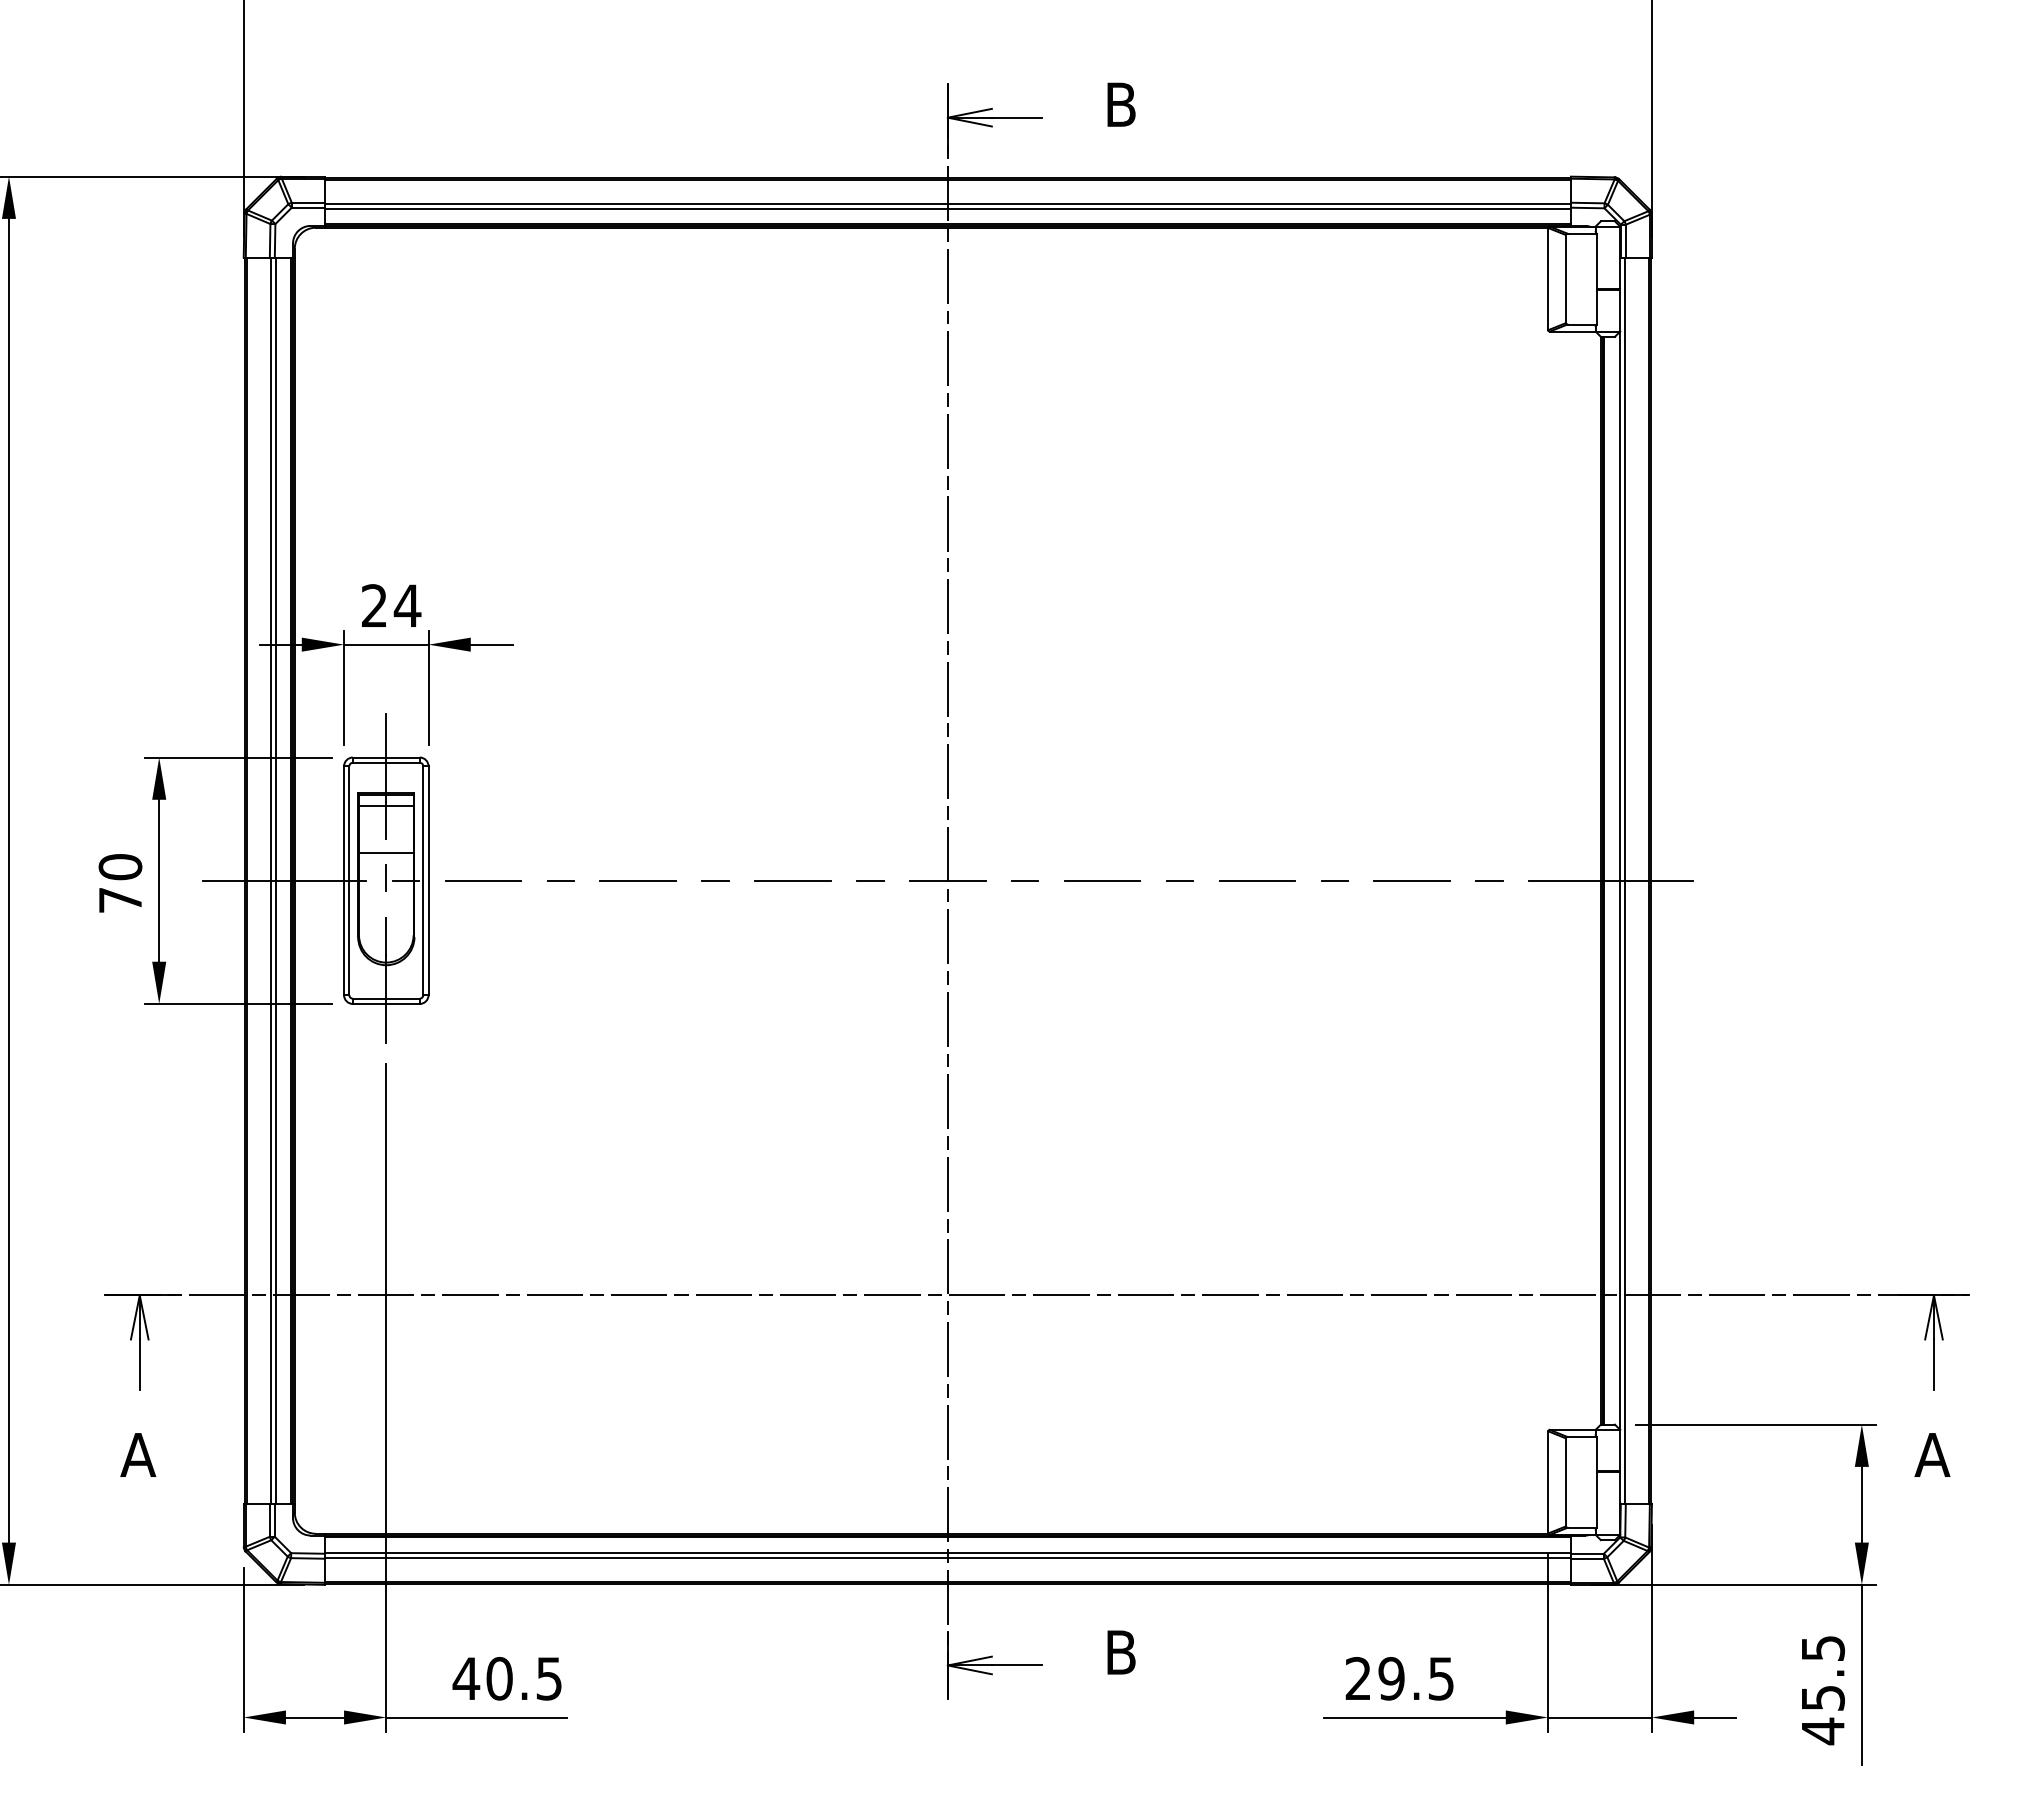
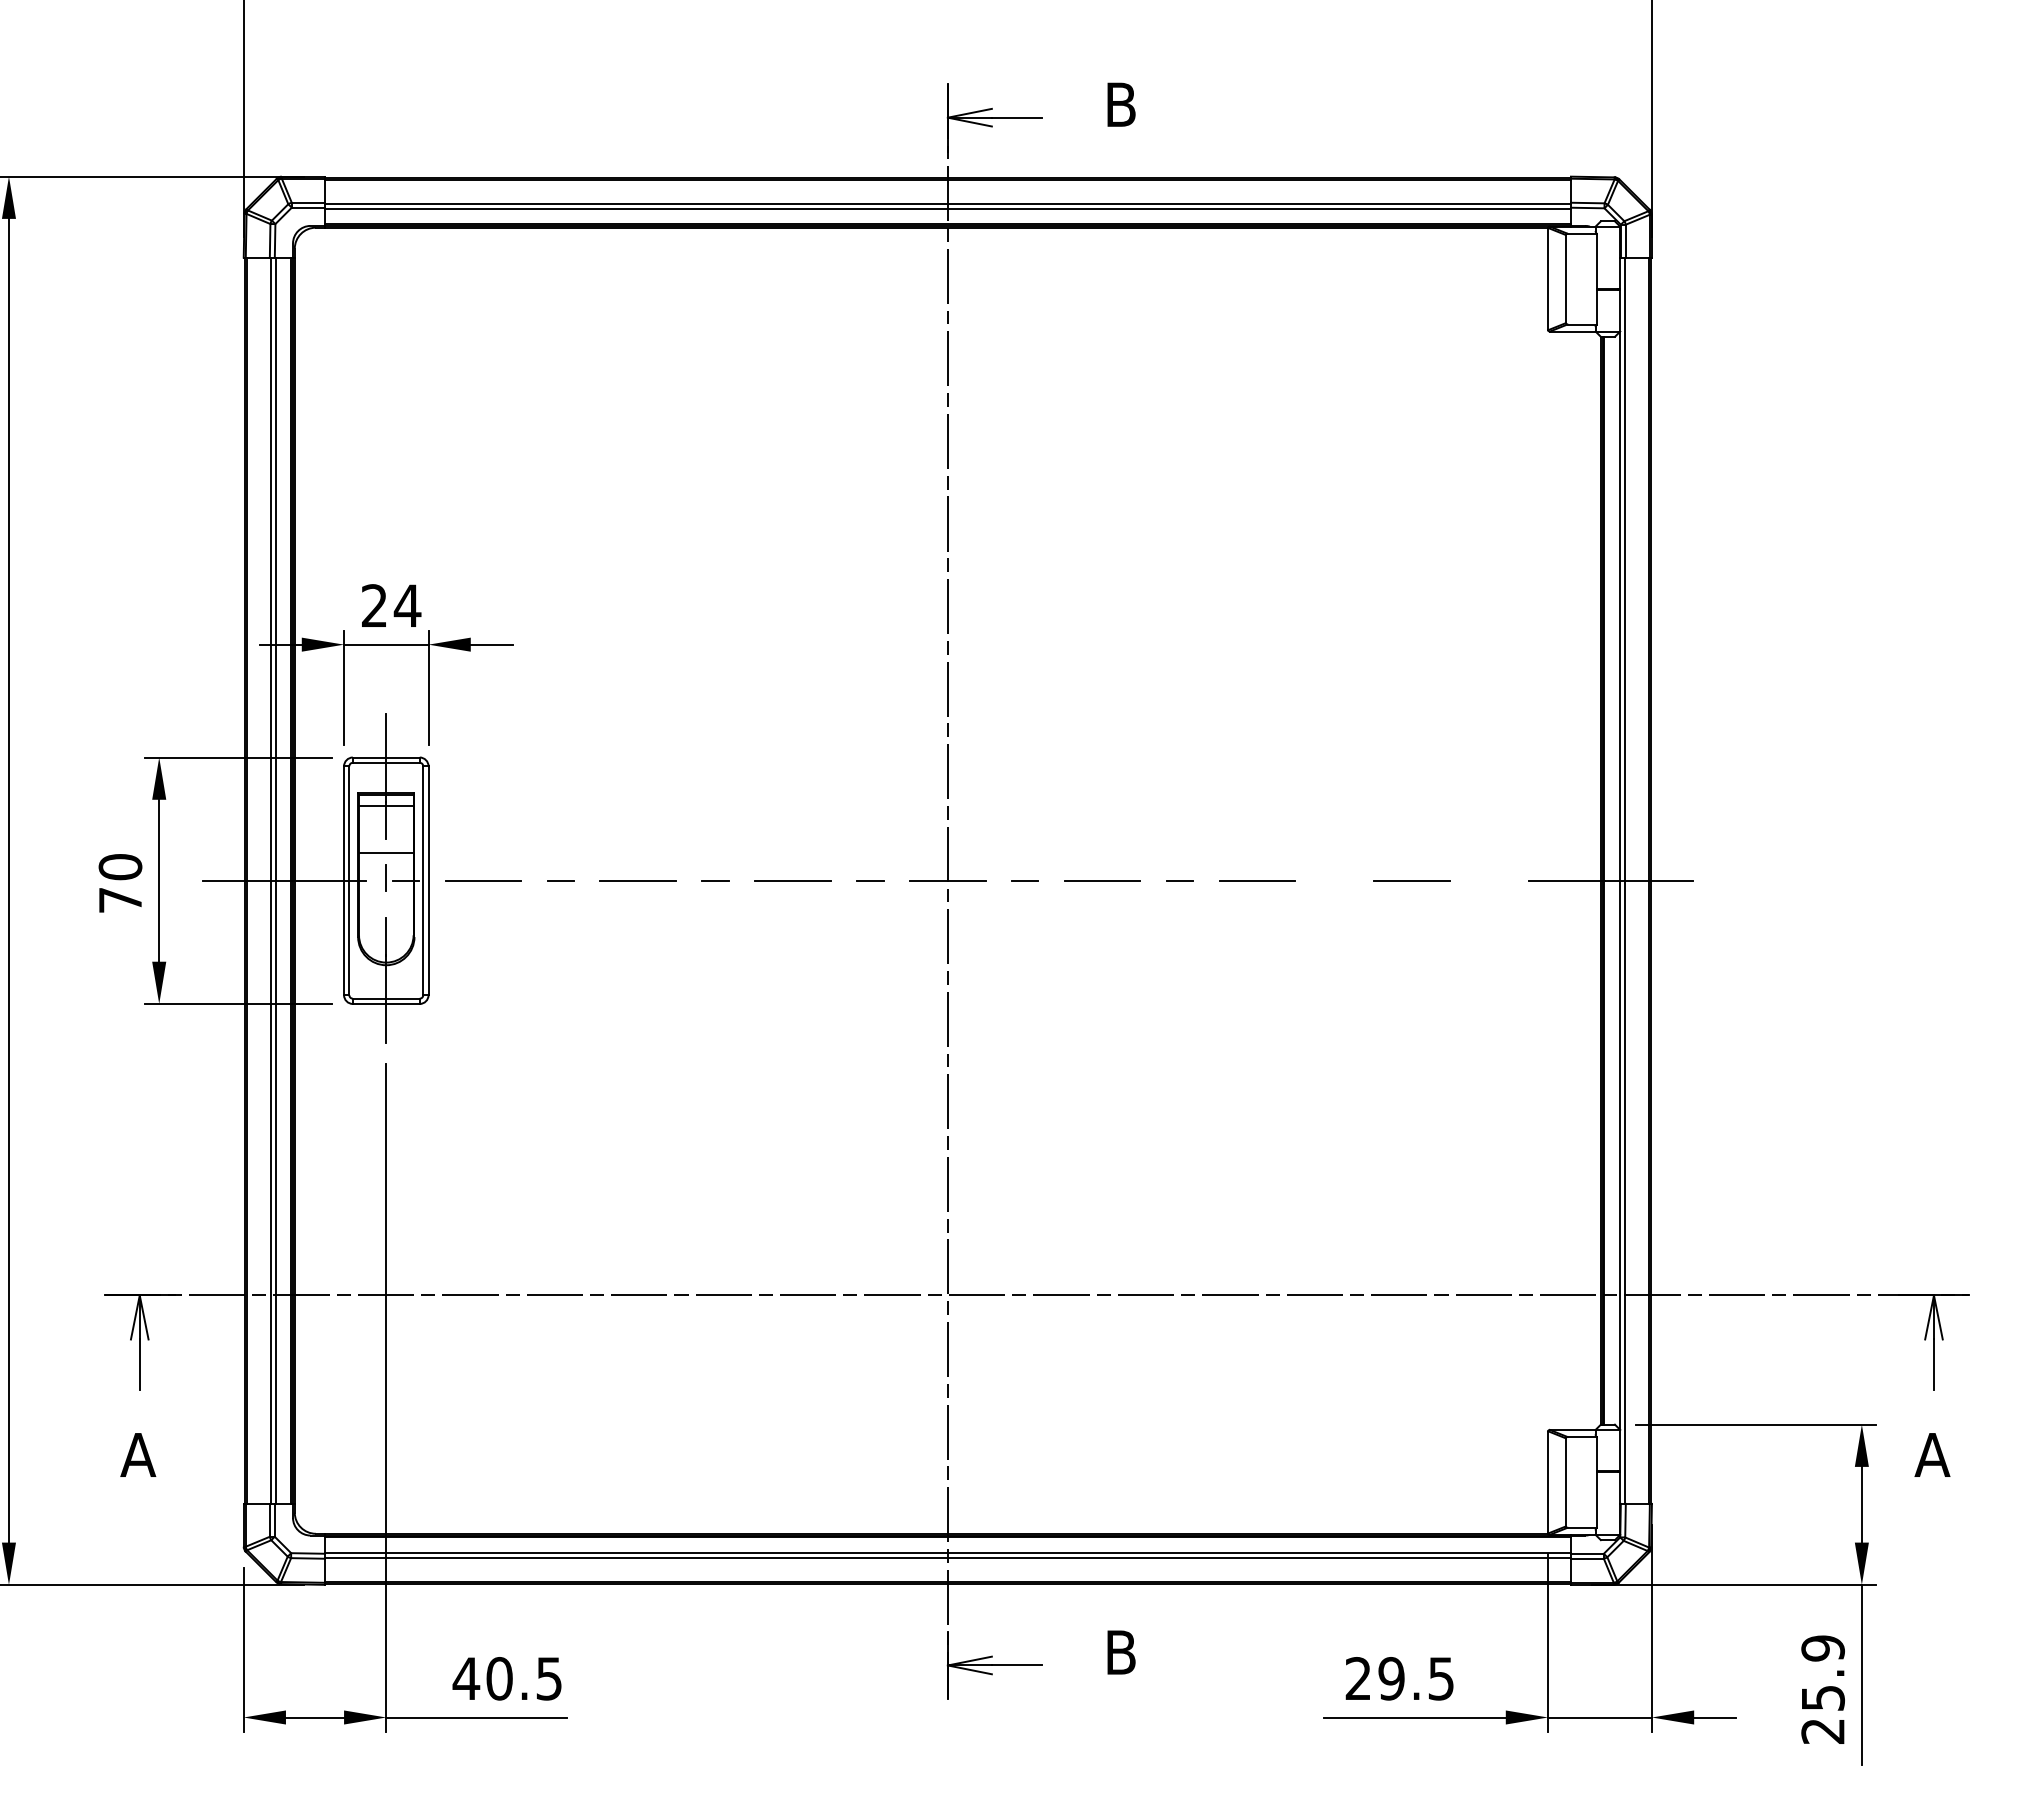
line at (1334, 880): present -> none
line at (1489, 880): present -> none
text at (1822, 1690): 45.5 -> 25.9
